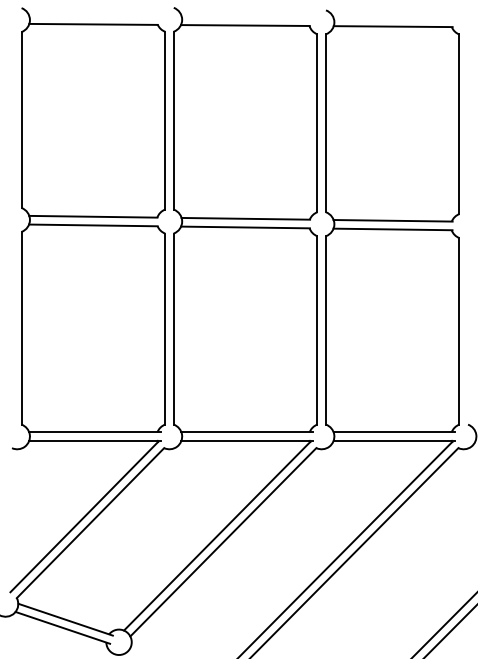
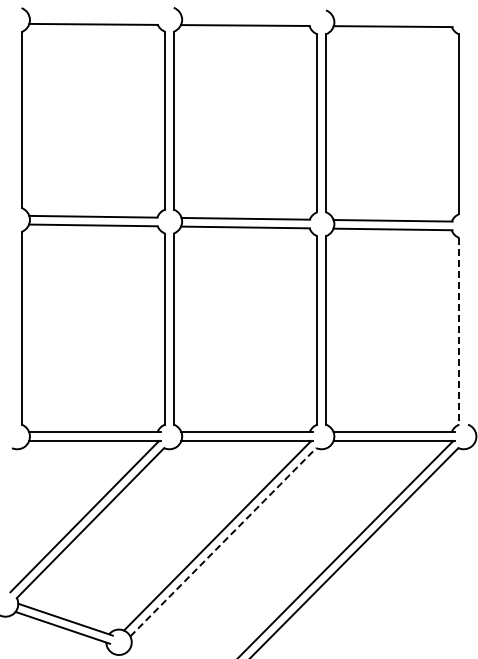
line at (459, 331): solid -> dashed
line at (223, 541): solid -> dashed
line at (444, 625): present -> none
line at (450, 631): present -> none
